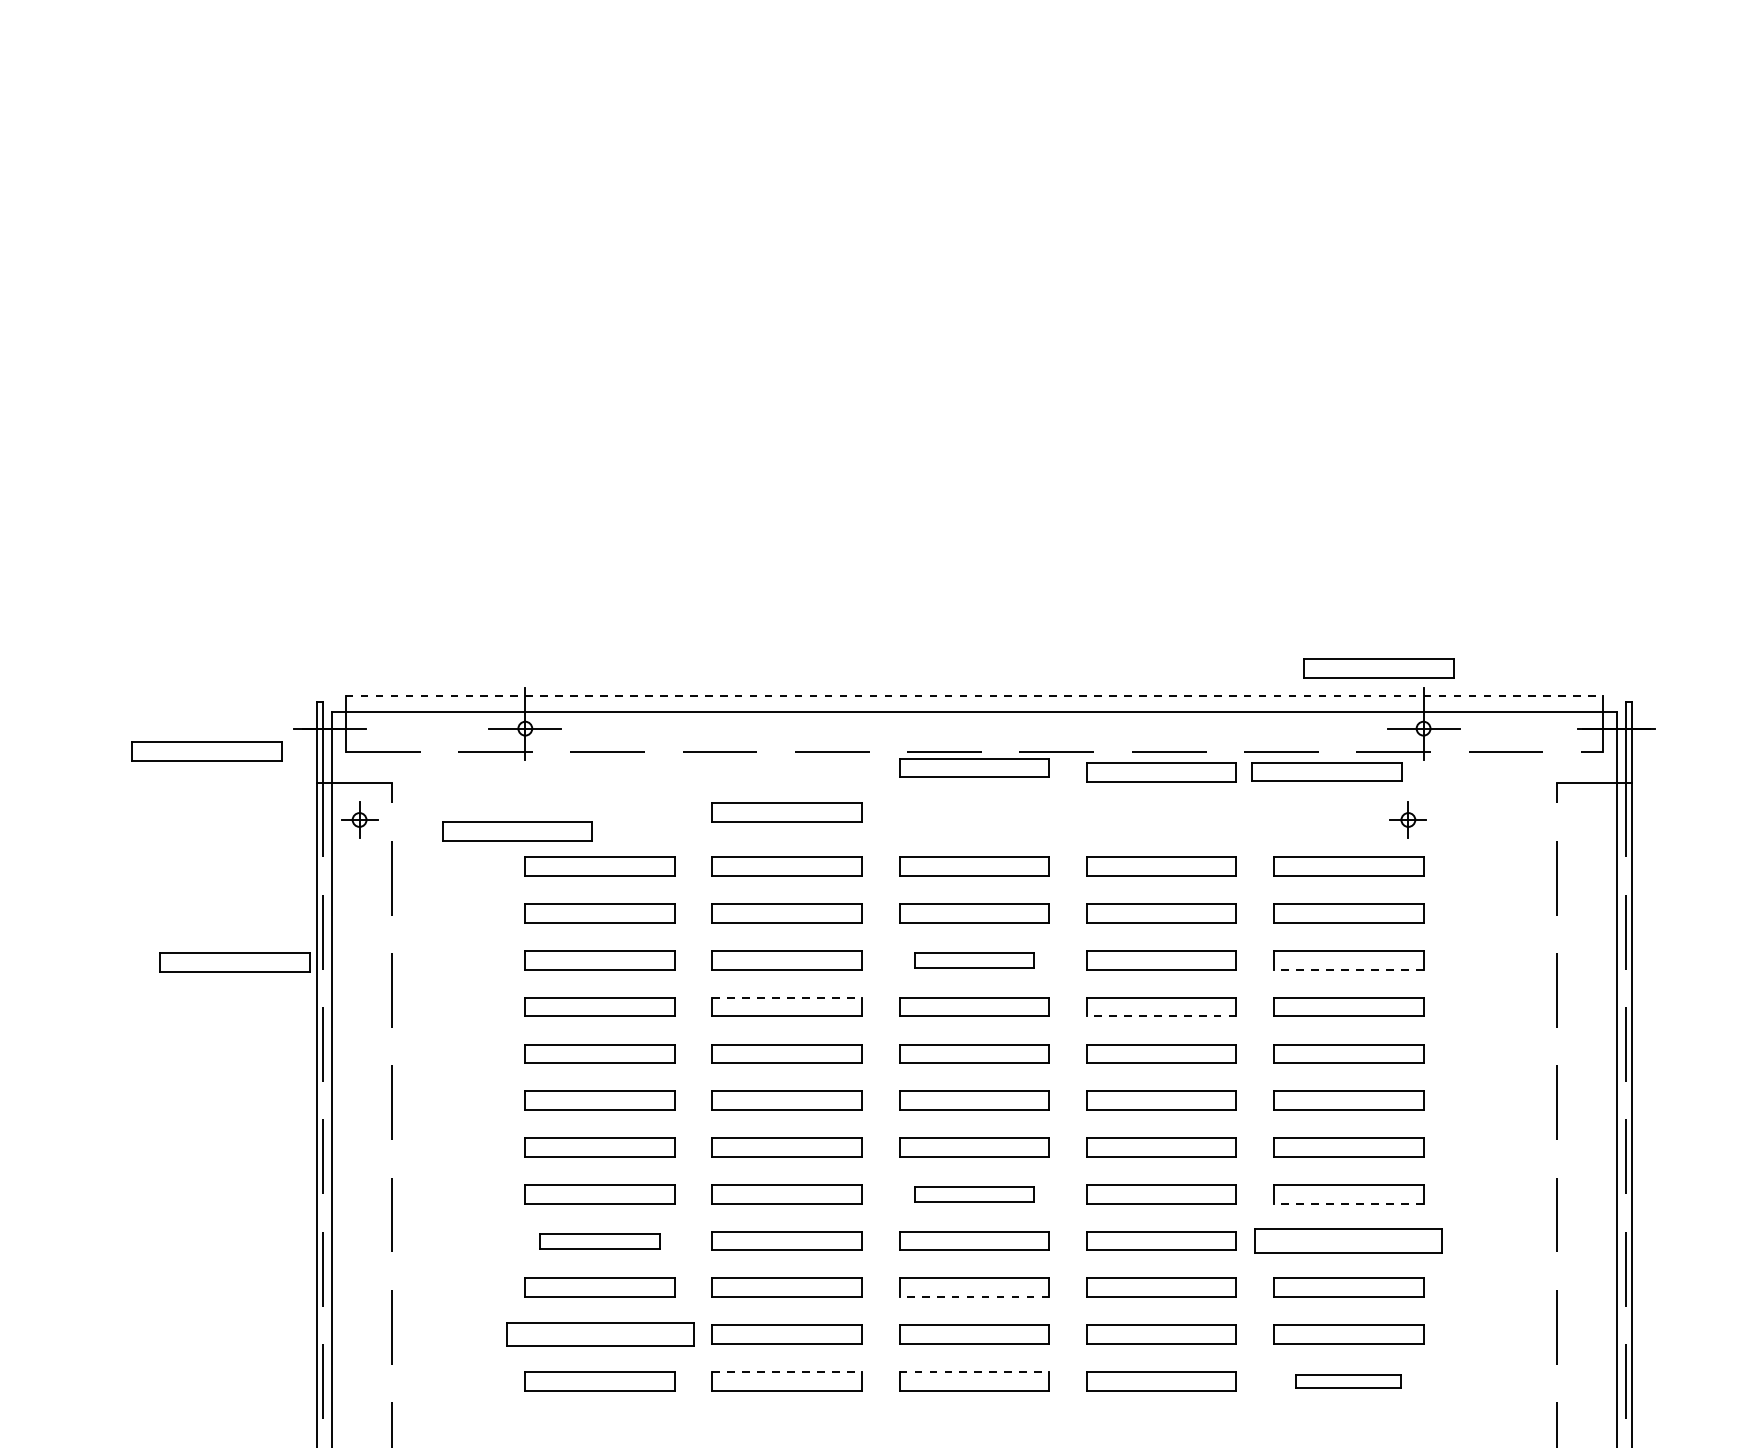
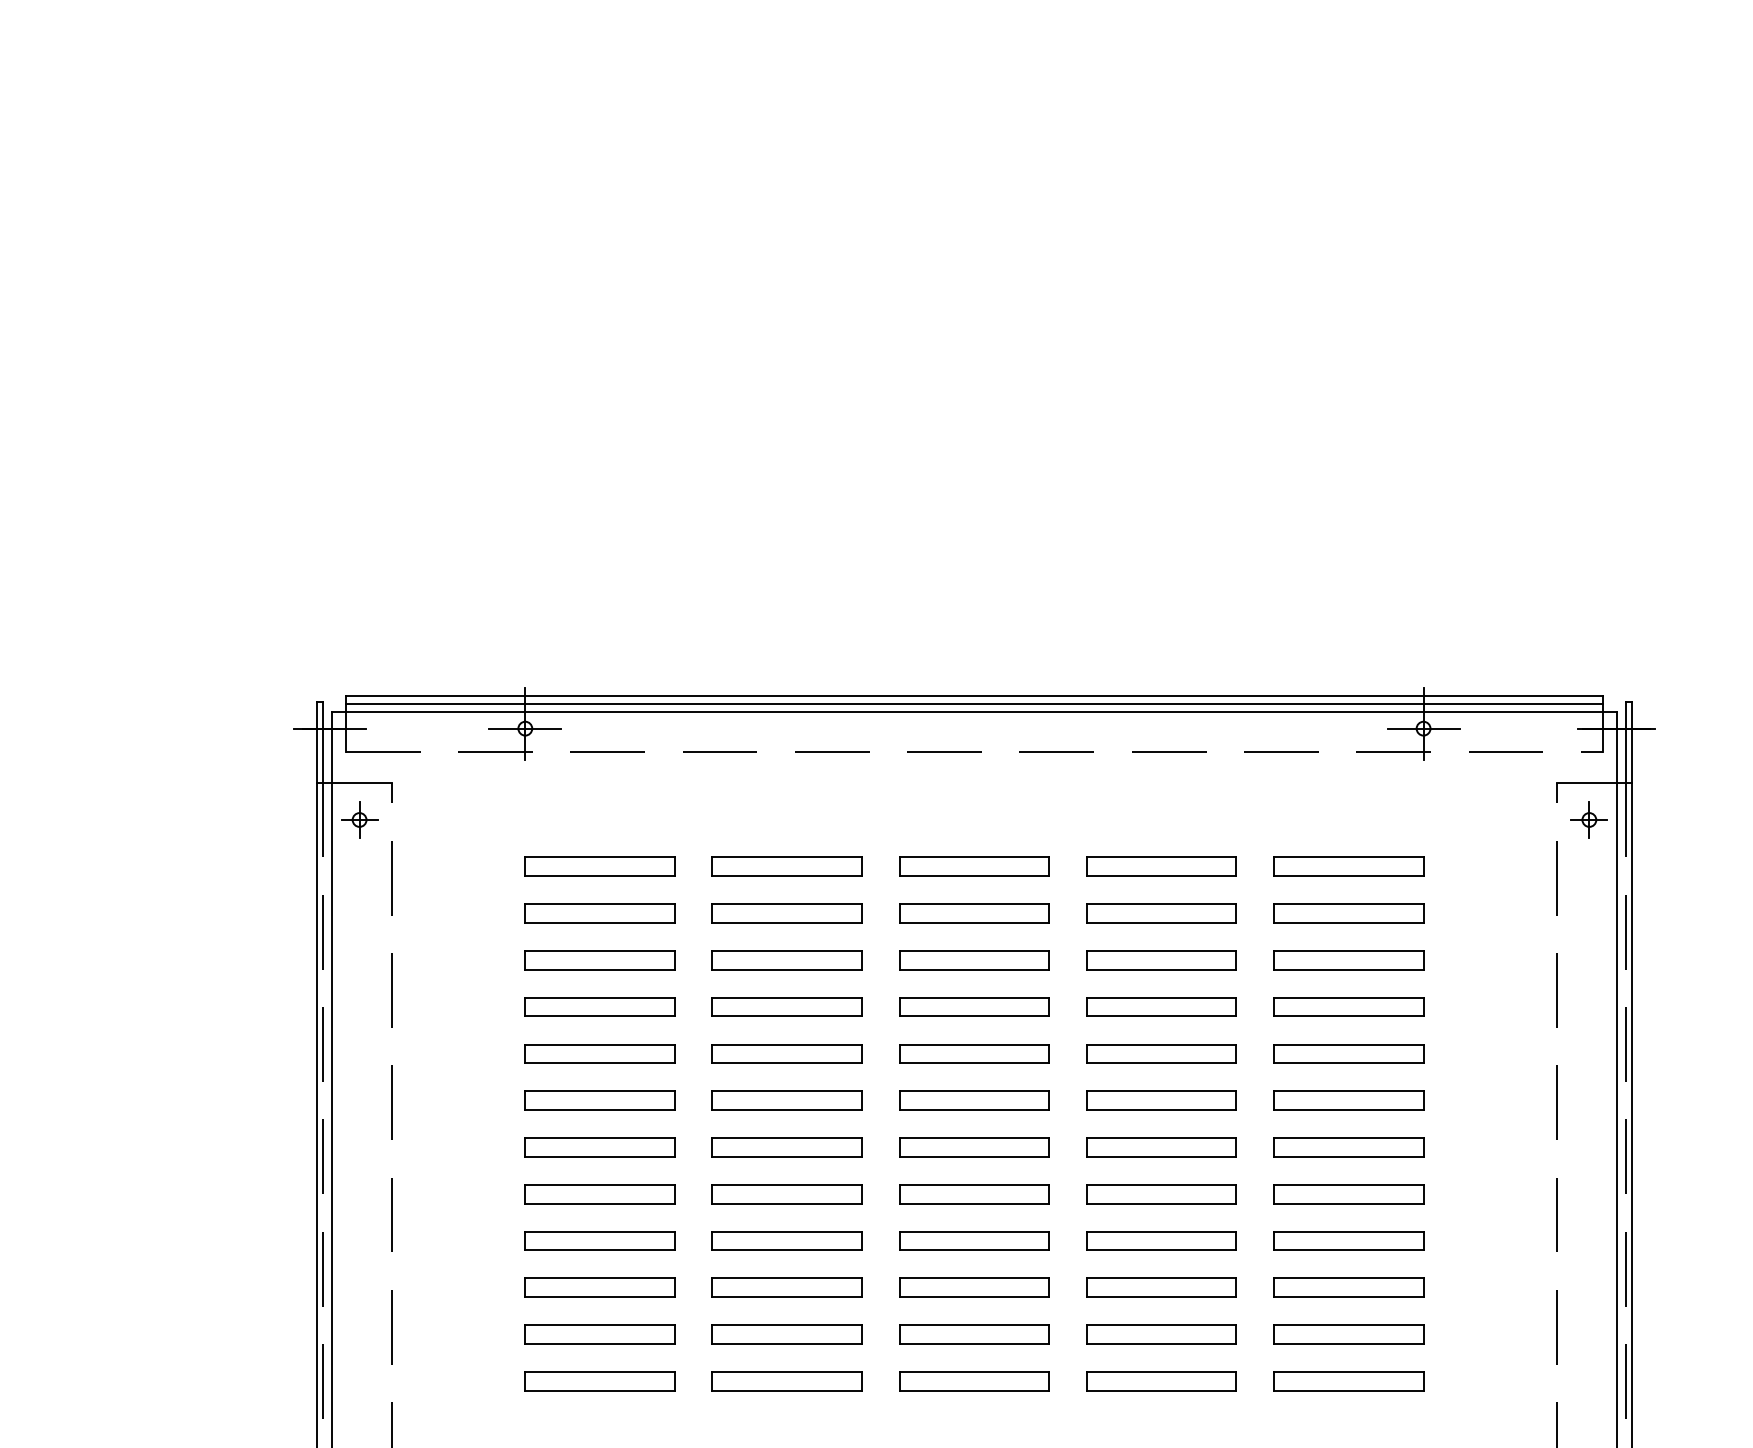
part at (1378, 668): present -> none
line at (974, 696): dashed -> solid
line at (974, 703): none -> present
part at (206, 751): present -> none
part at (974, 767): present -> none
part at (1326, 771): present -> none
part at (1161, 772): present -> none
part at (786, 812): present -> none
part at (1407, 819) position: (1407, 819) -> (1588, 819)
part at (517, 831): present -> none
part at (974, 960) size: 121x17 px -> 151x21 px
part at (234, 962): present -> none
line at (1348, 969): dashed -> solid
line at (787, 997): dashed -> solid
line at (1161, 1016): dashed -> solid
part at (974, 1194) size: 121x17 px -> 151x21 px
line at (1348, 1203): dashed -> solid
part at (1348, 1240) size: 189x26 px -> 152x20 px
part at (599, 1241) size: 122x17 px -> 152x20 px
line at (974, 1297): dashed -> solid
part at (600, 1334) size: 189x25 px -> 152x21 px
line at (787, 1372): dashed -> solid
line at (974, 1372): dashed -> solid
part at (1348, 1381) size: 107x15 px -> 152x21 px
